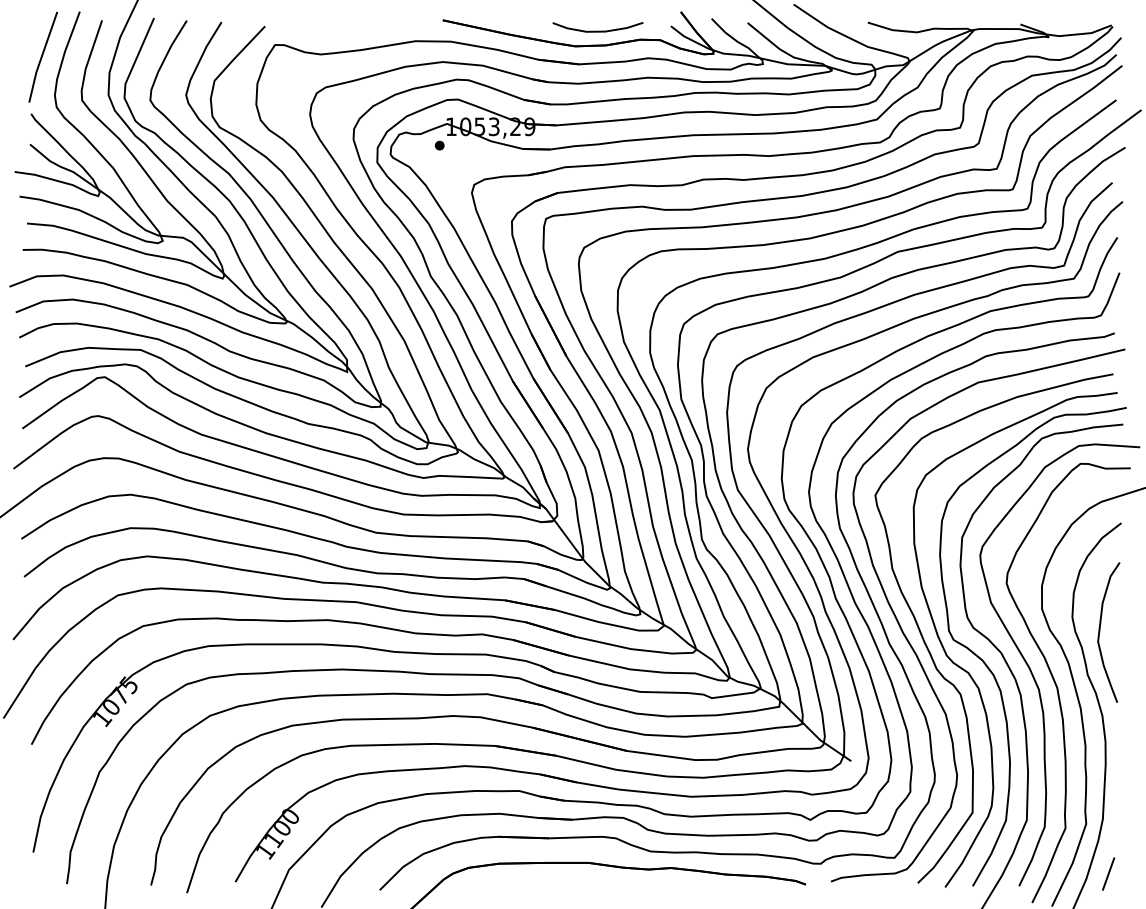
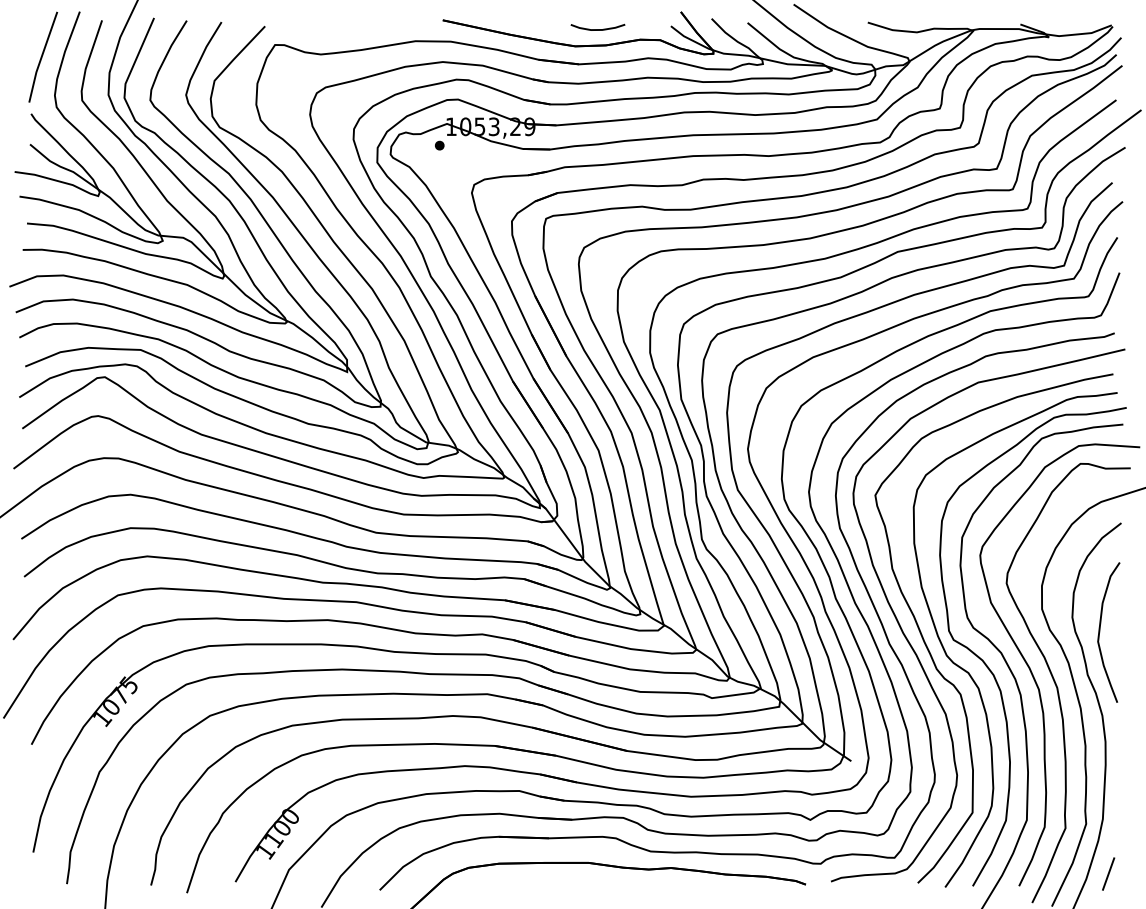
part at (597, 27) size: 92x11 px -> 56x8 px
